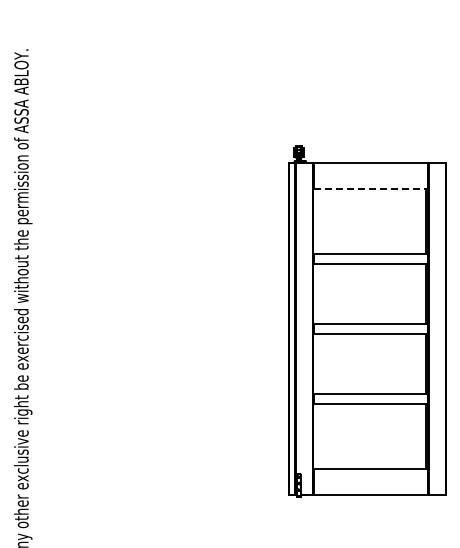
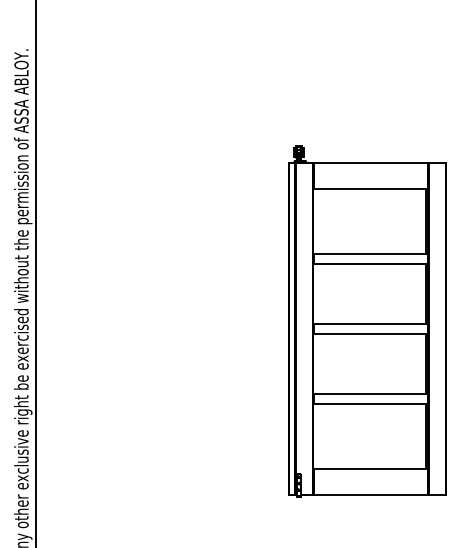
line at (370, 188): dashed -> solid
line at (36, 273): none -> present
